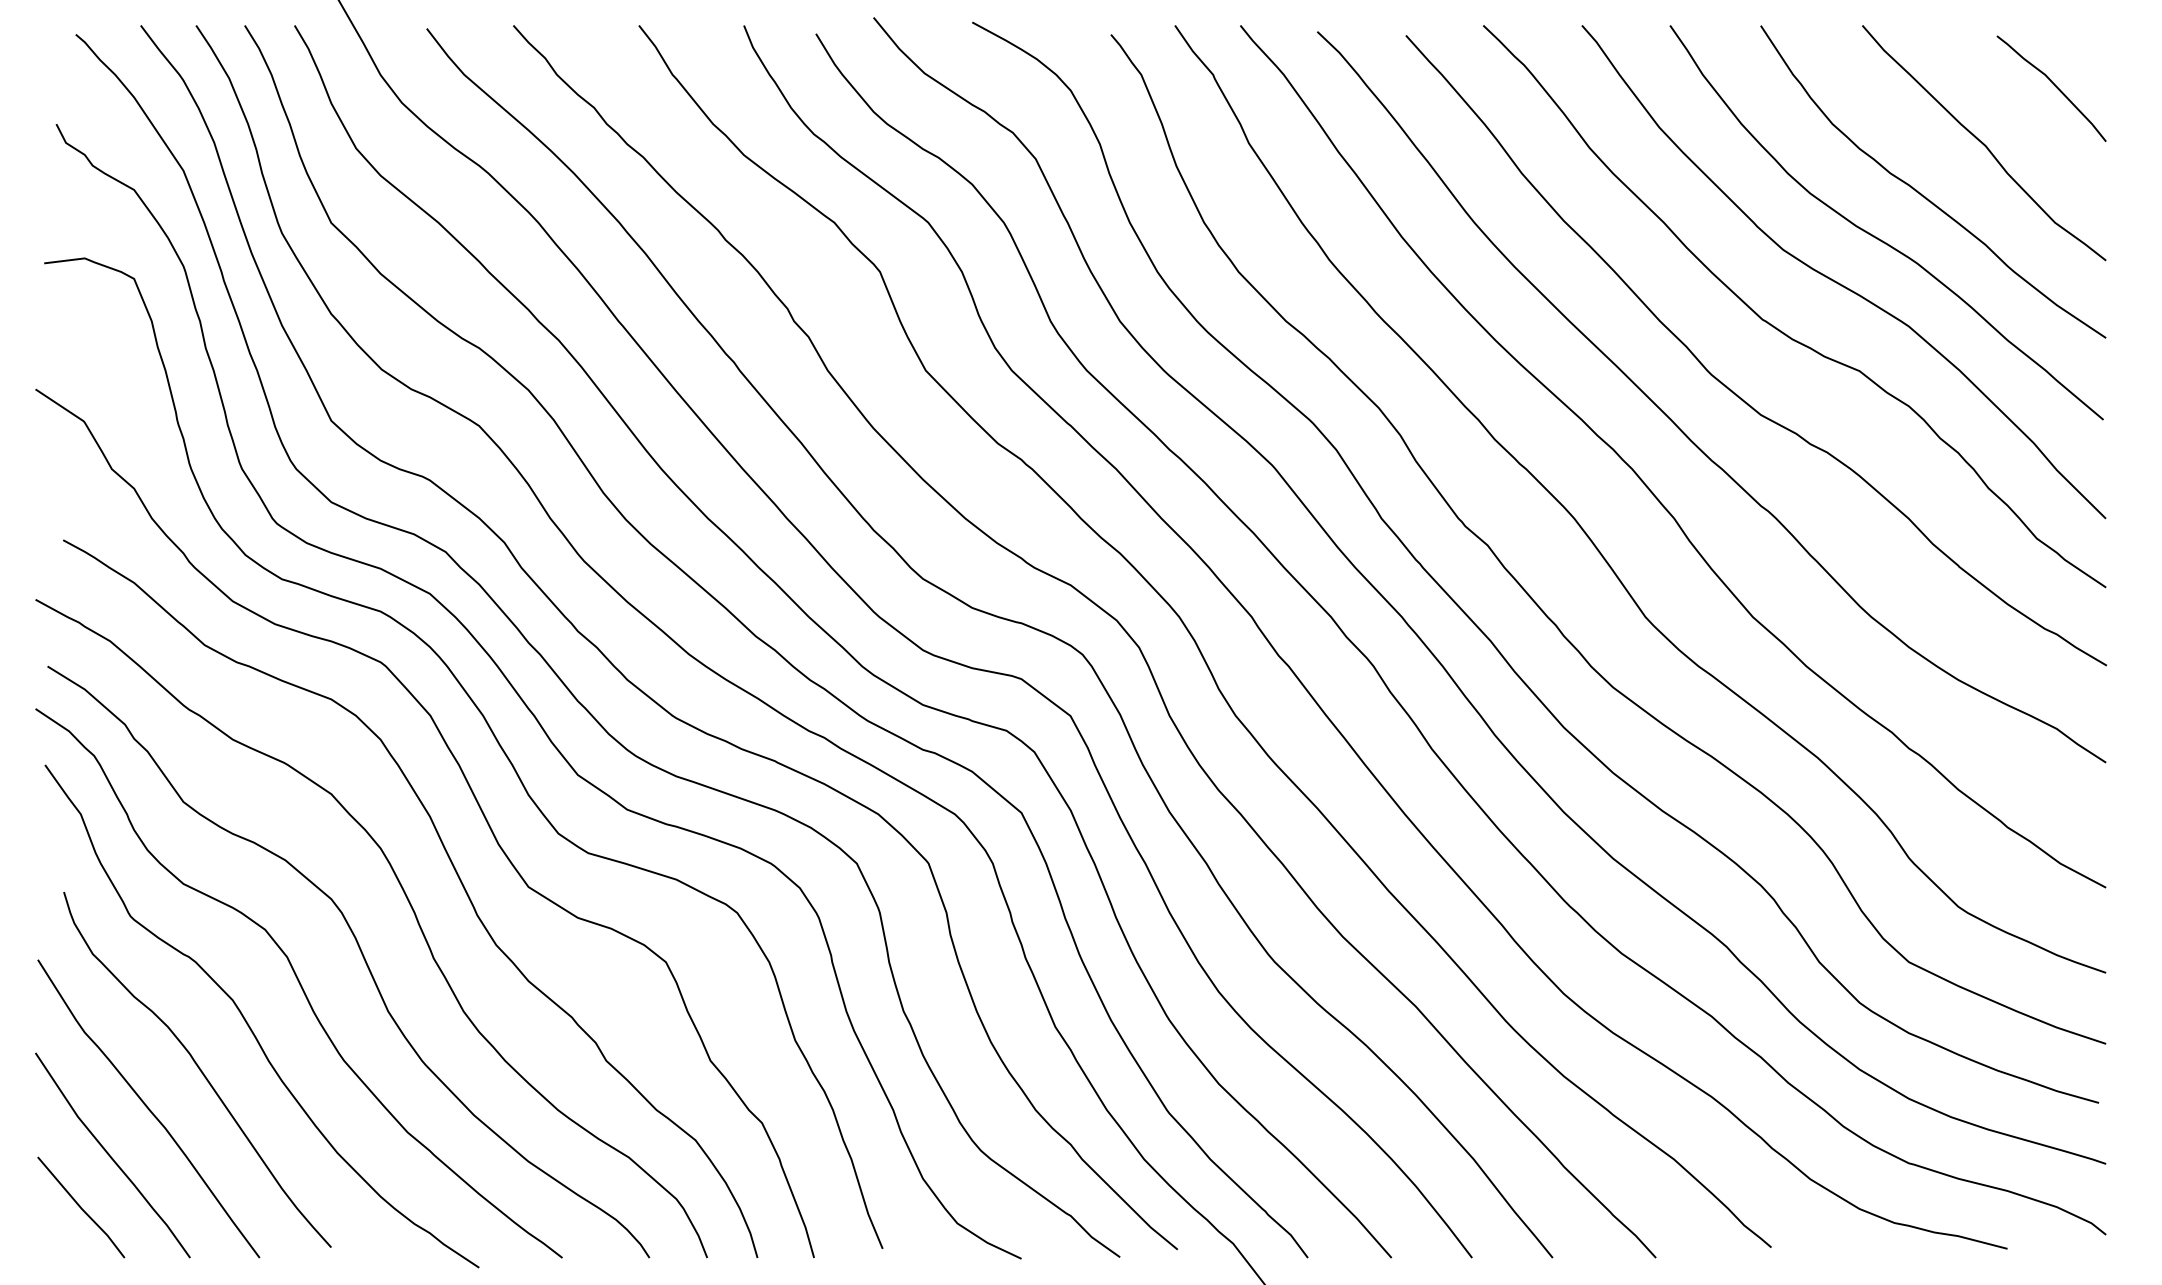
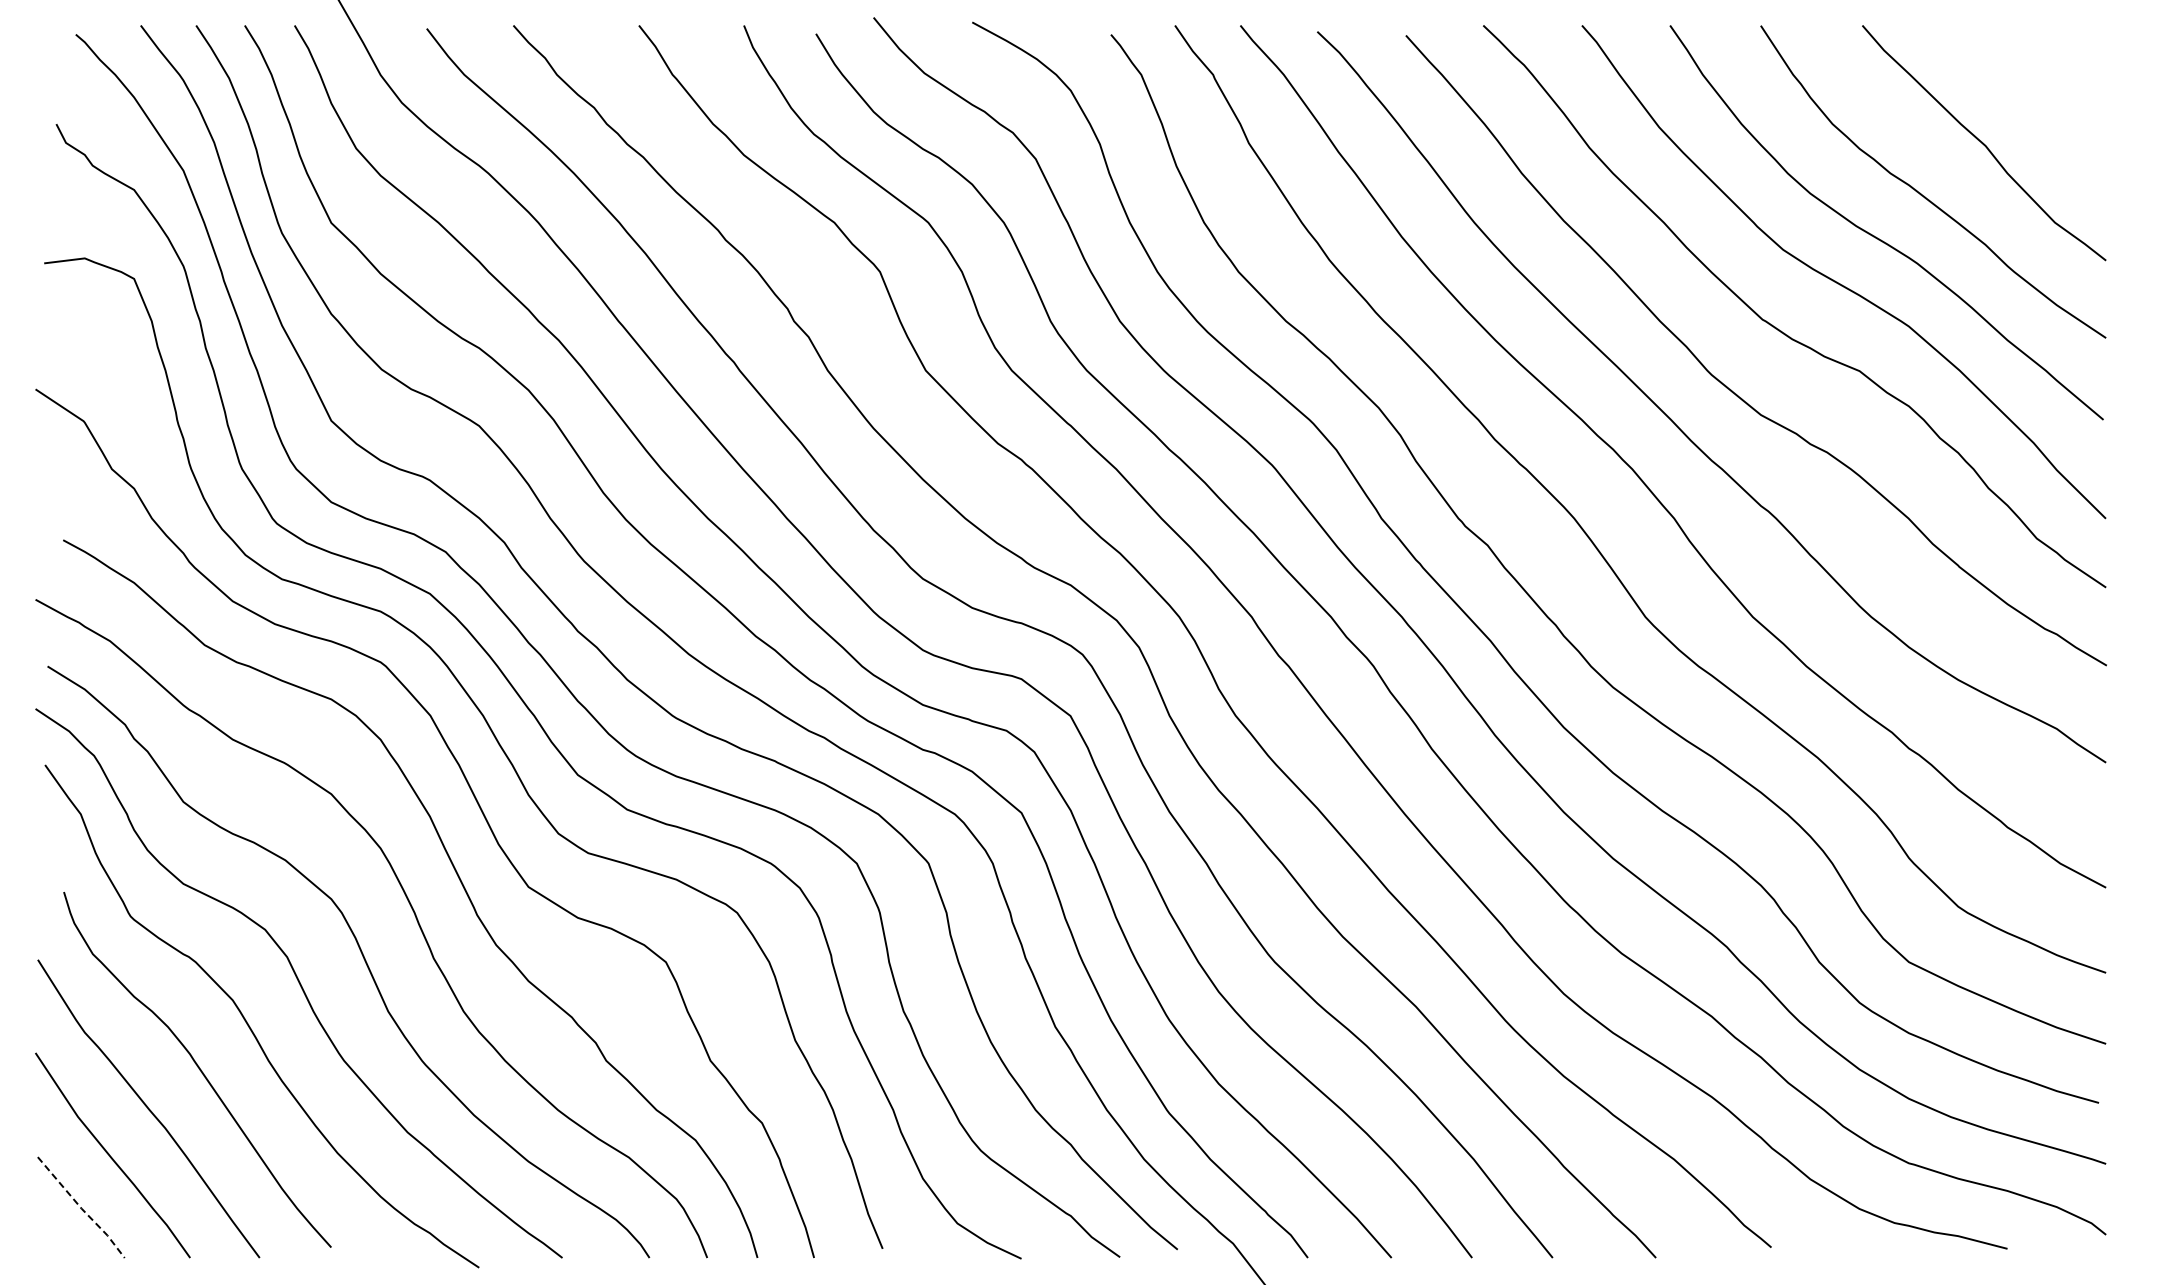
curve at (2054, 86): present -> none
line at (81, 1208): solid -> dashed
